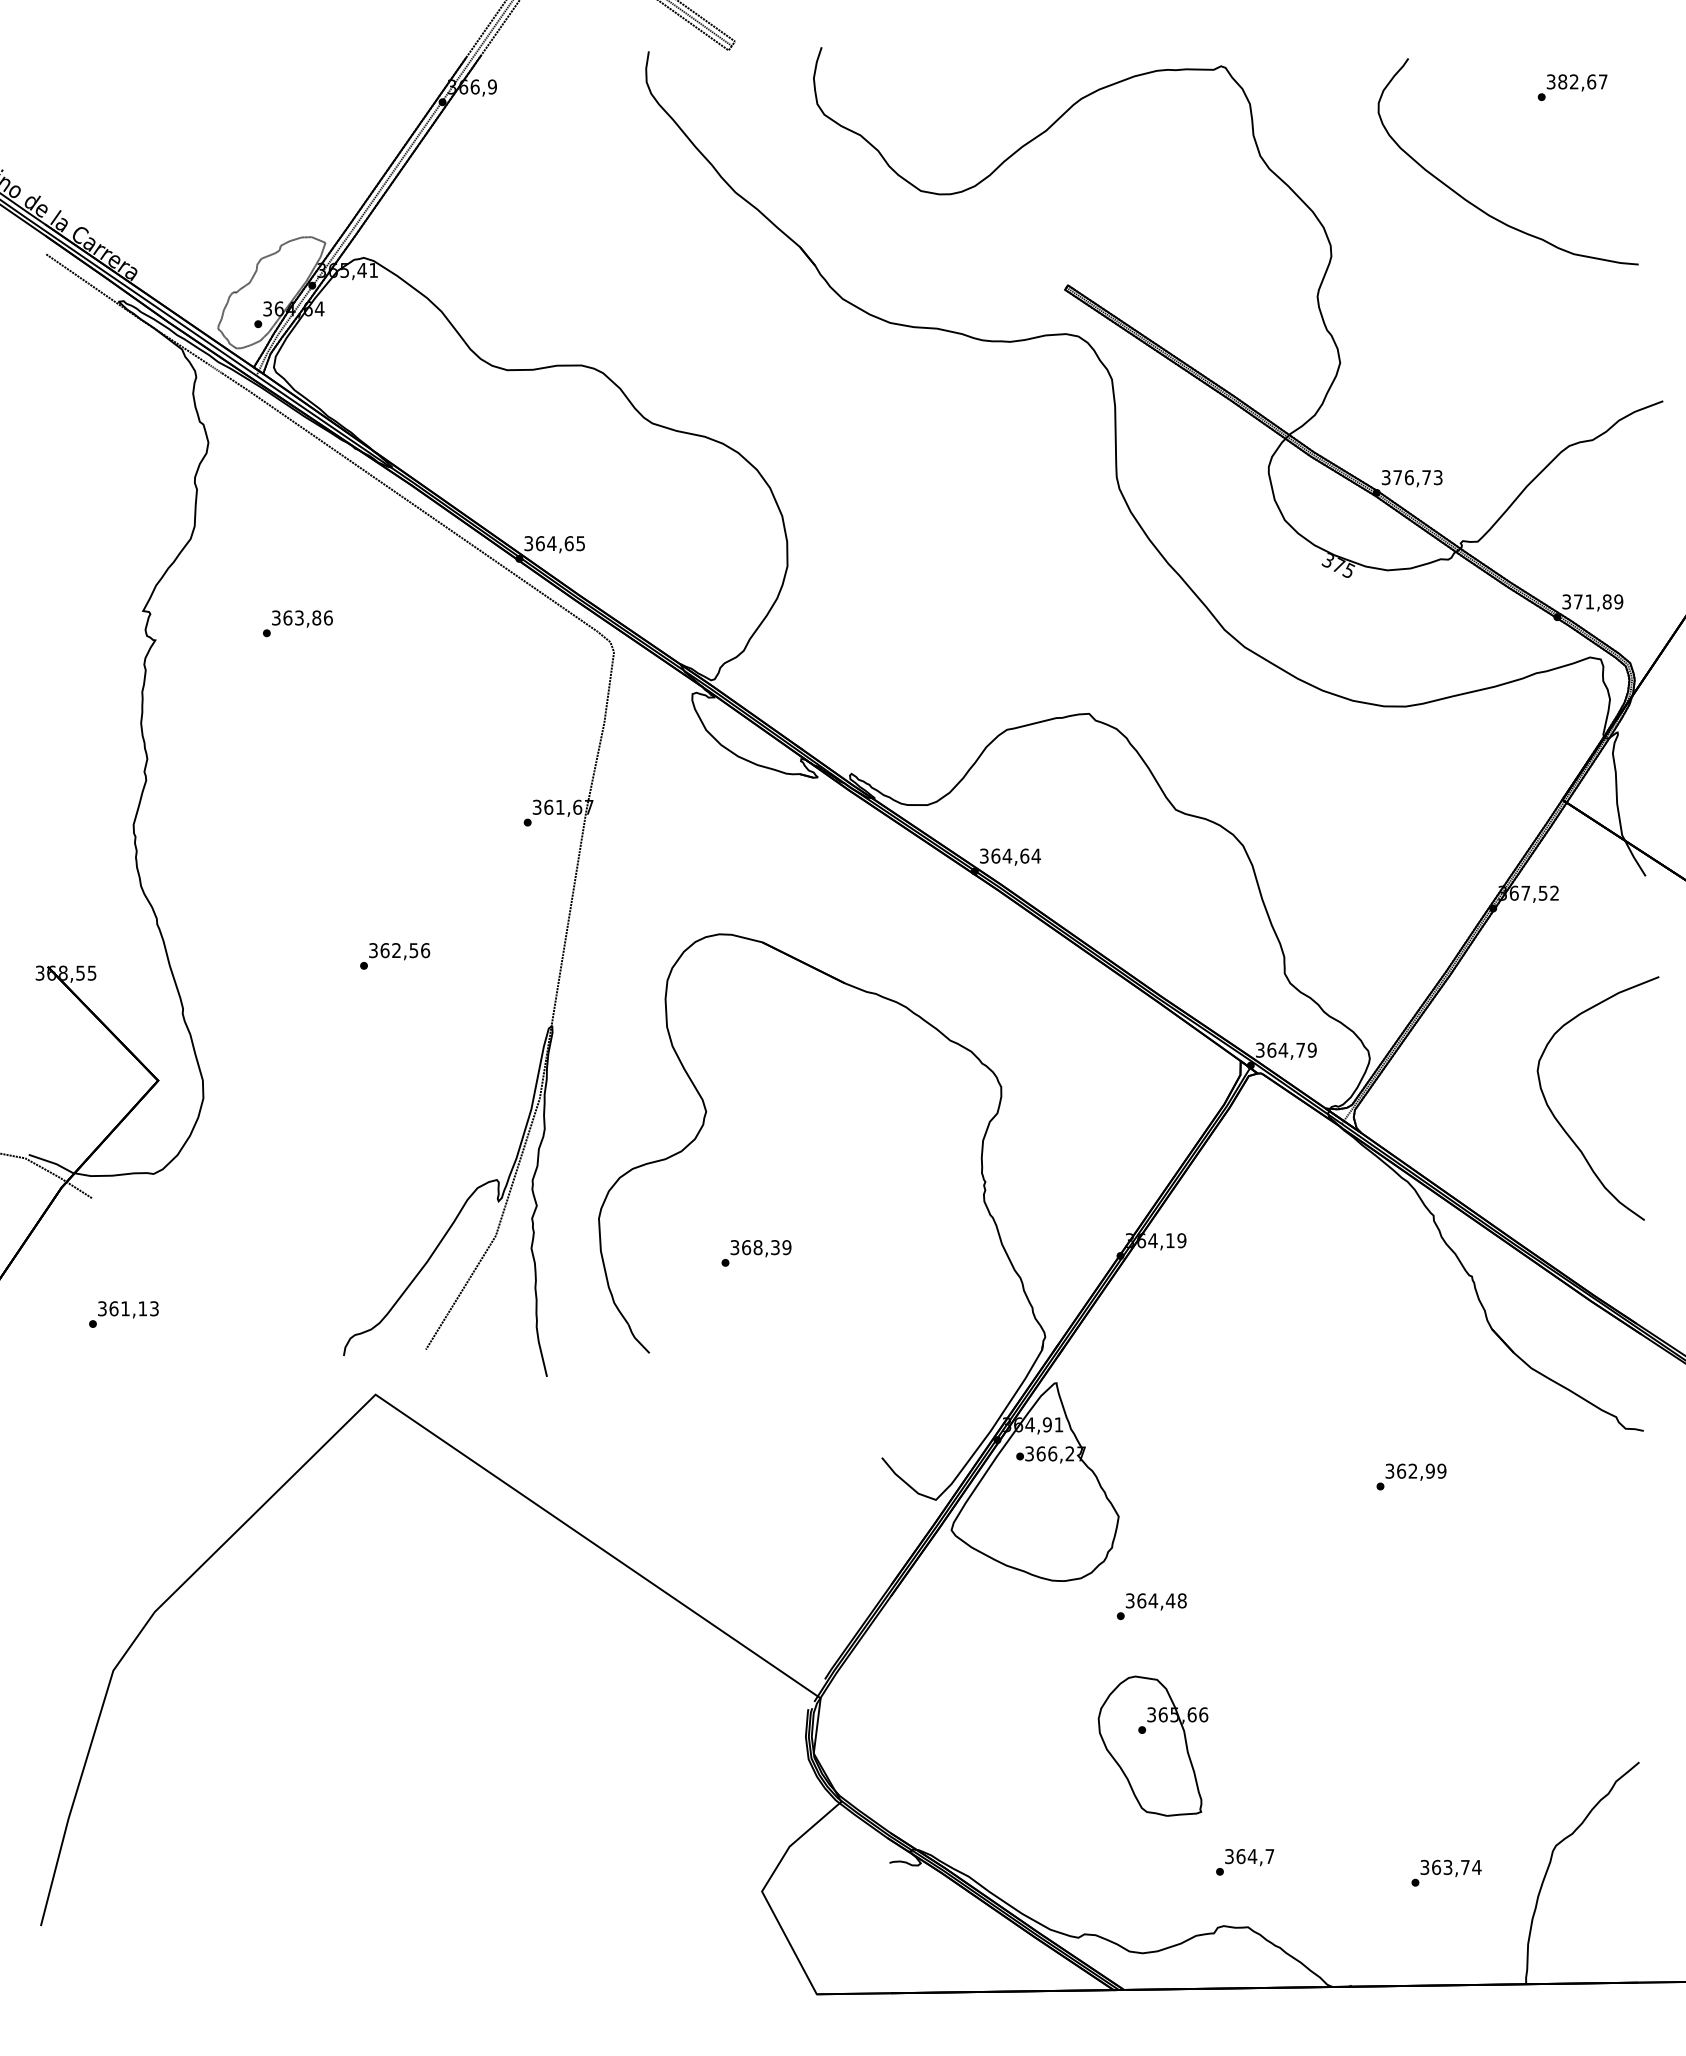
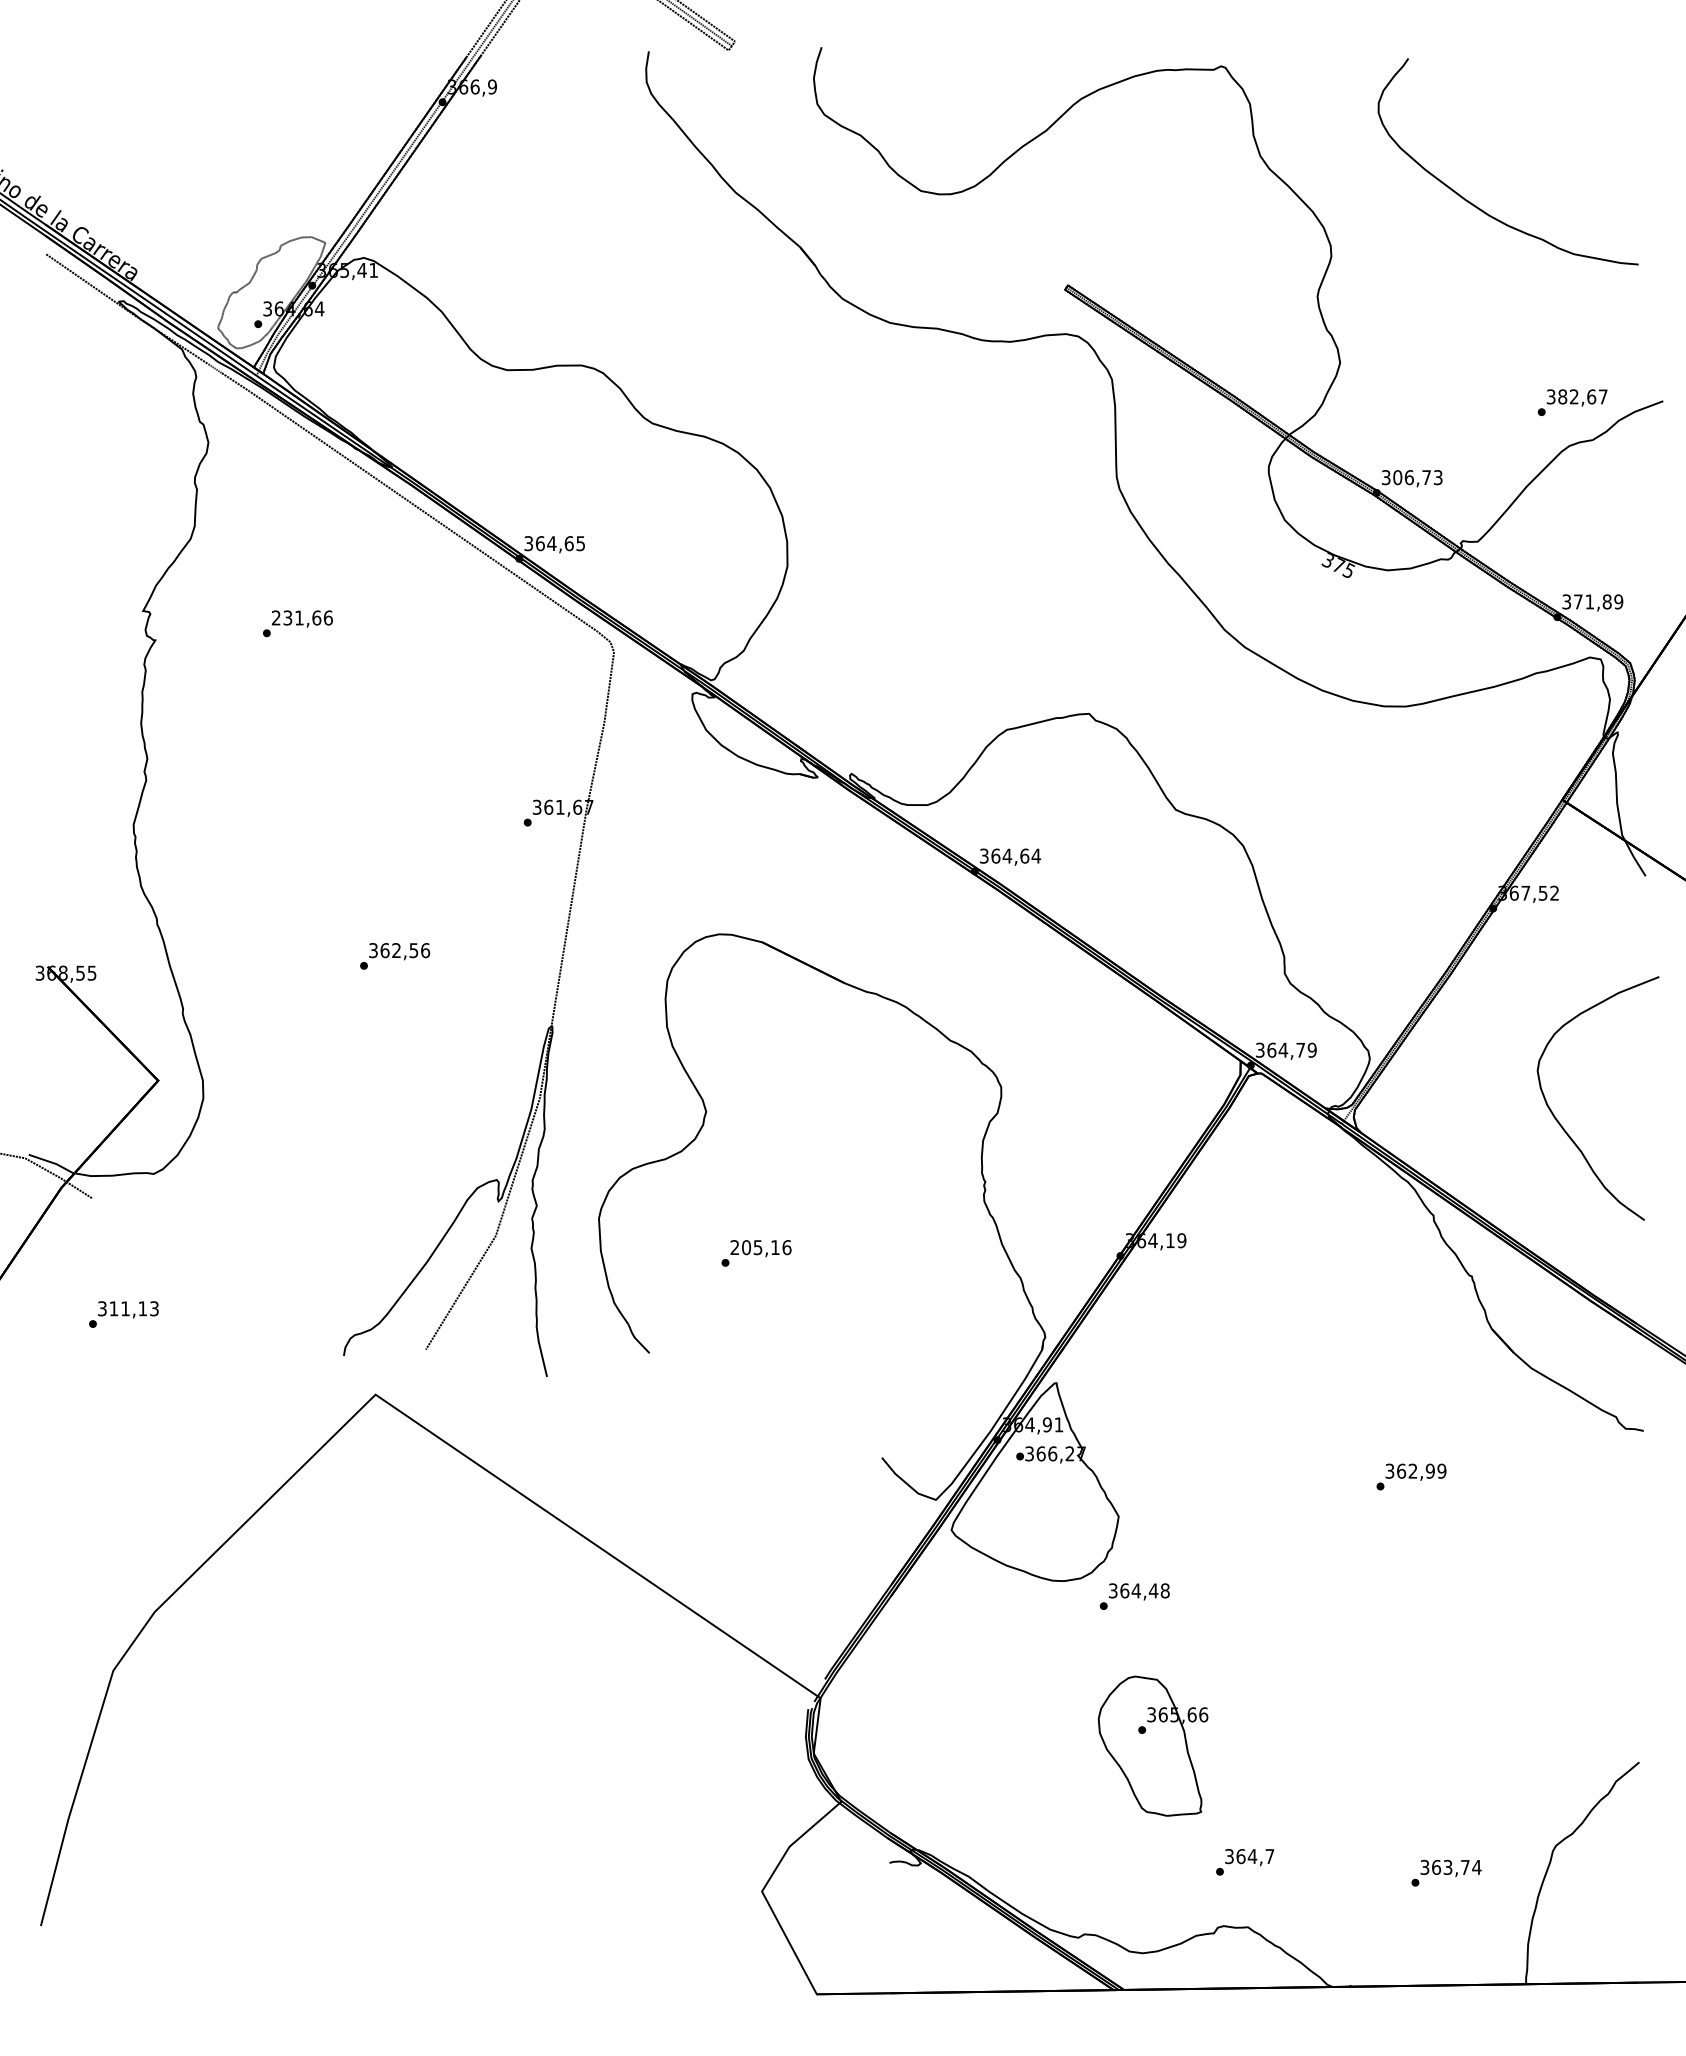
text at (1572, 87) position: (1572, 87) -> (1572, 402)
text at (1397, 477): 376,73 -> 306,73
text at (296, 617): 363,86 -> 231,66
text at (760, 1247): 368,39 -> 205,16
text at (113, 1308): 361,13 -> 311,13
text at (1151, 1606) position: (1151, 1606) -> (1134, 1596)
